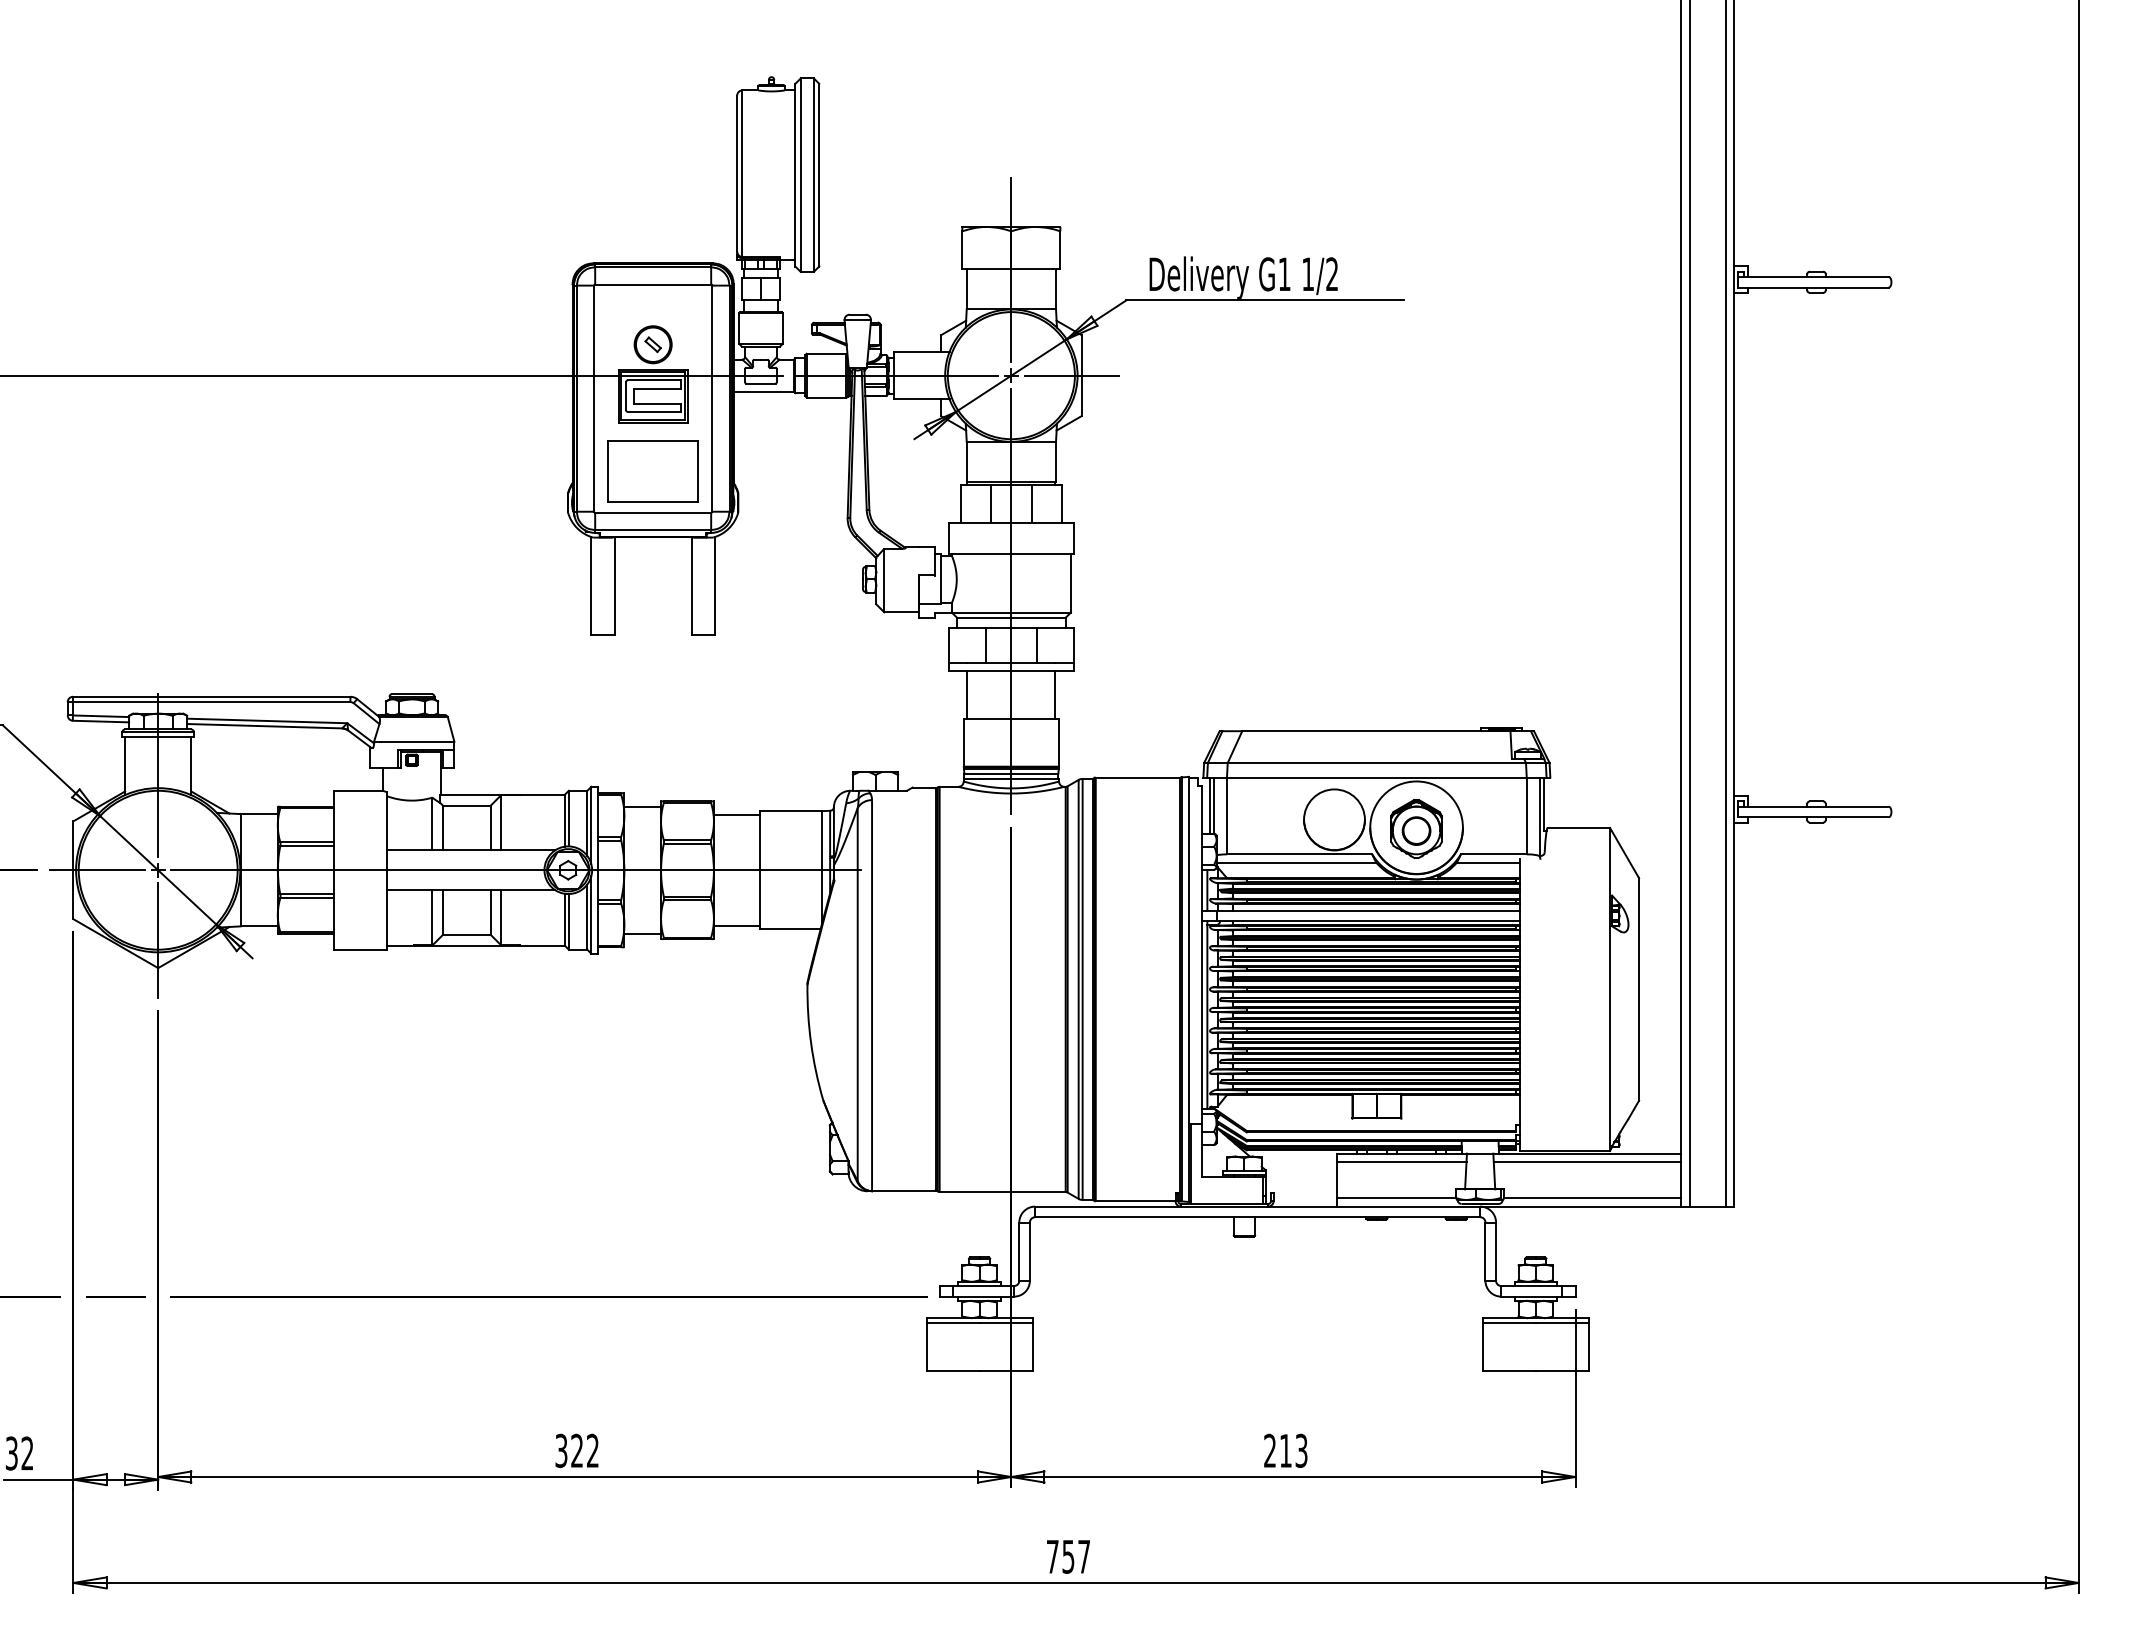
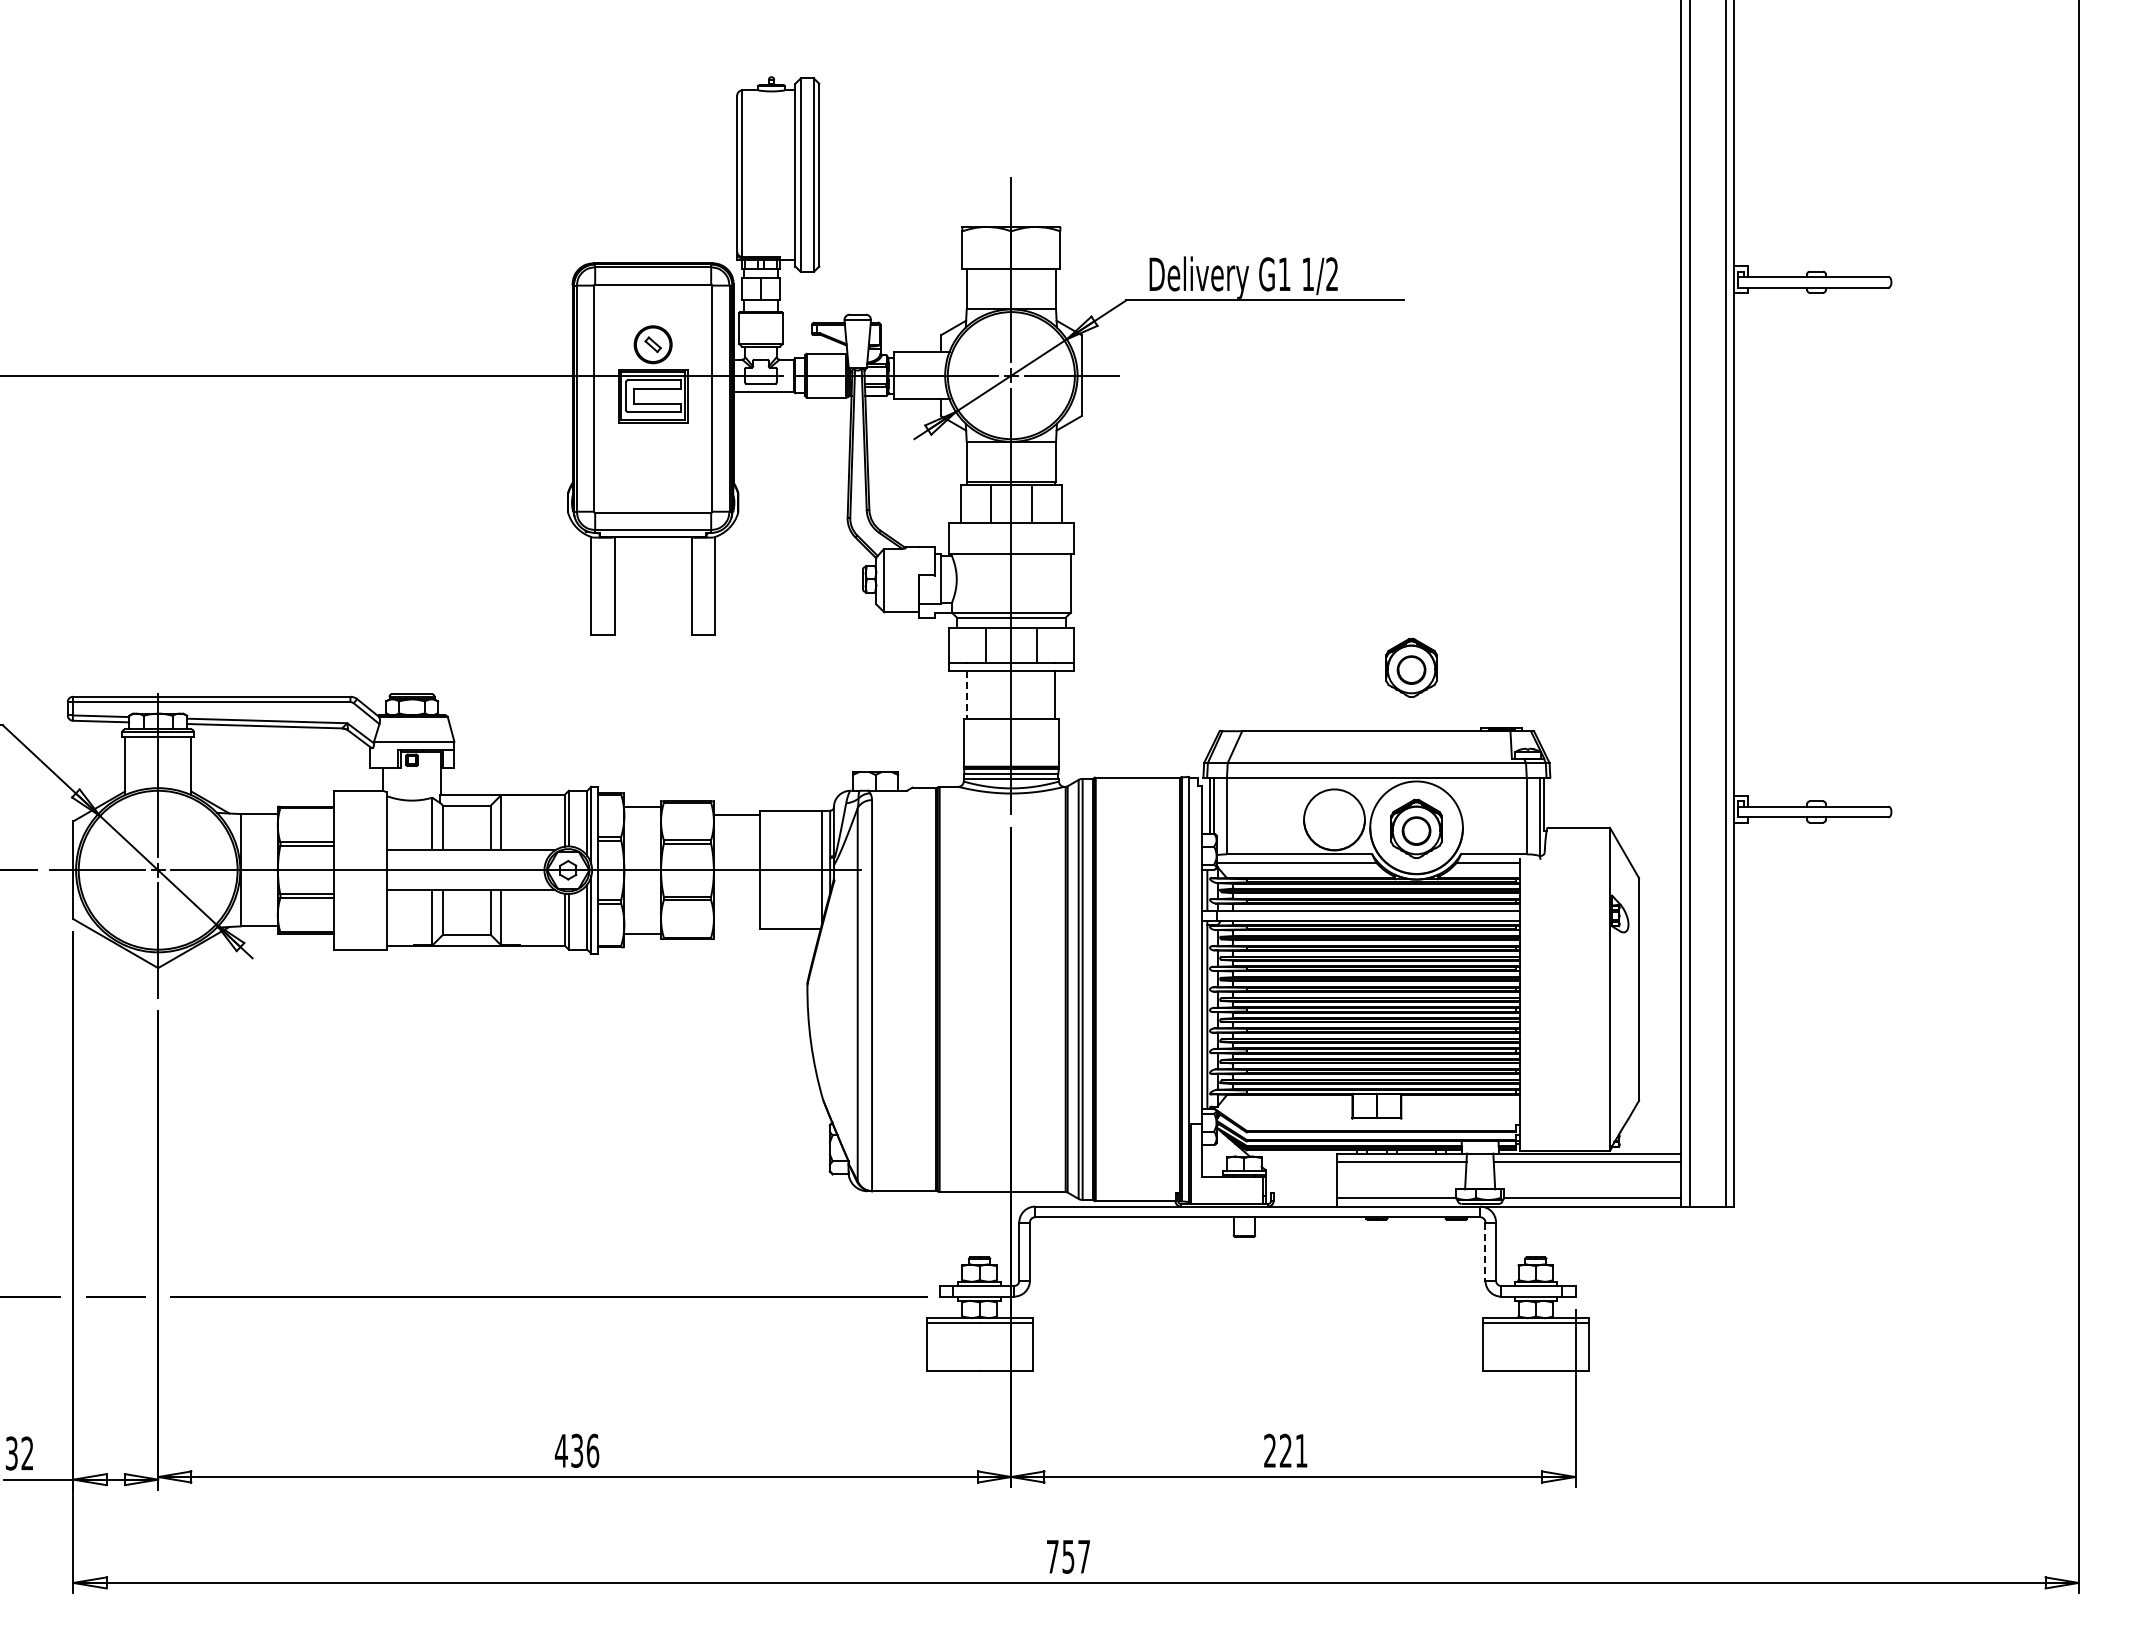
part at (652, 471): present -> none
part at (1411, 667): none -> present
line at (967, 695): solid -> dashed
line at (736, 925): present -> none
line at (1485, 1252): solid -> dashed
text at (576, 1450): 322 -> 436
text at (1293, 1450): 213 -> 221
